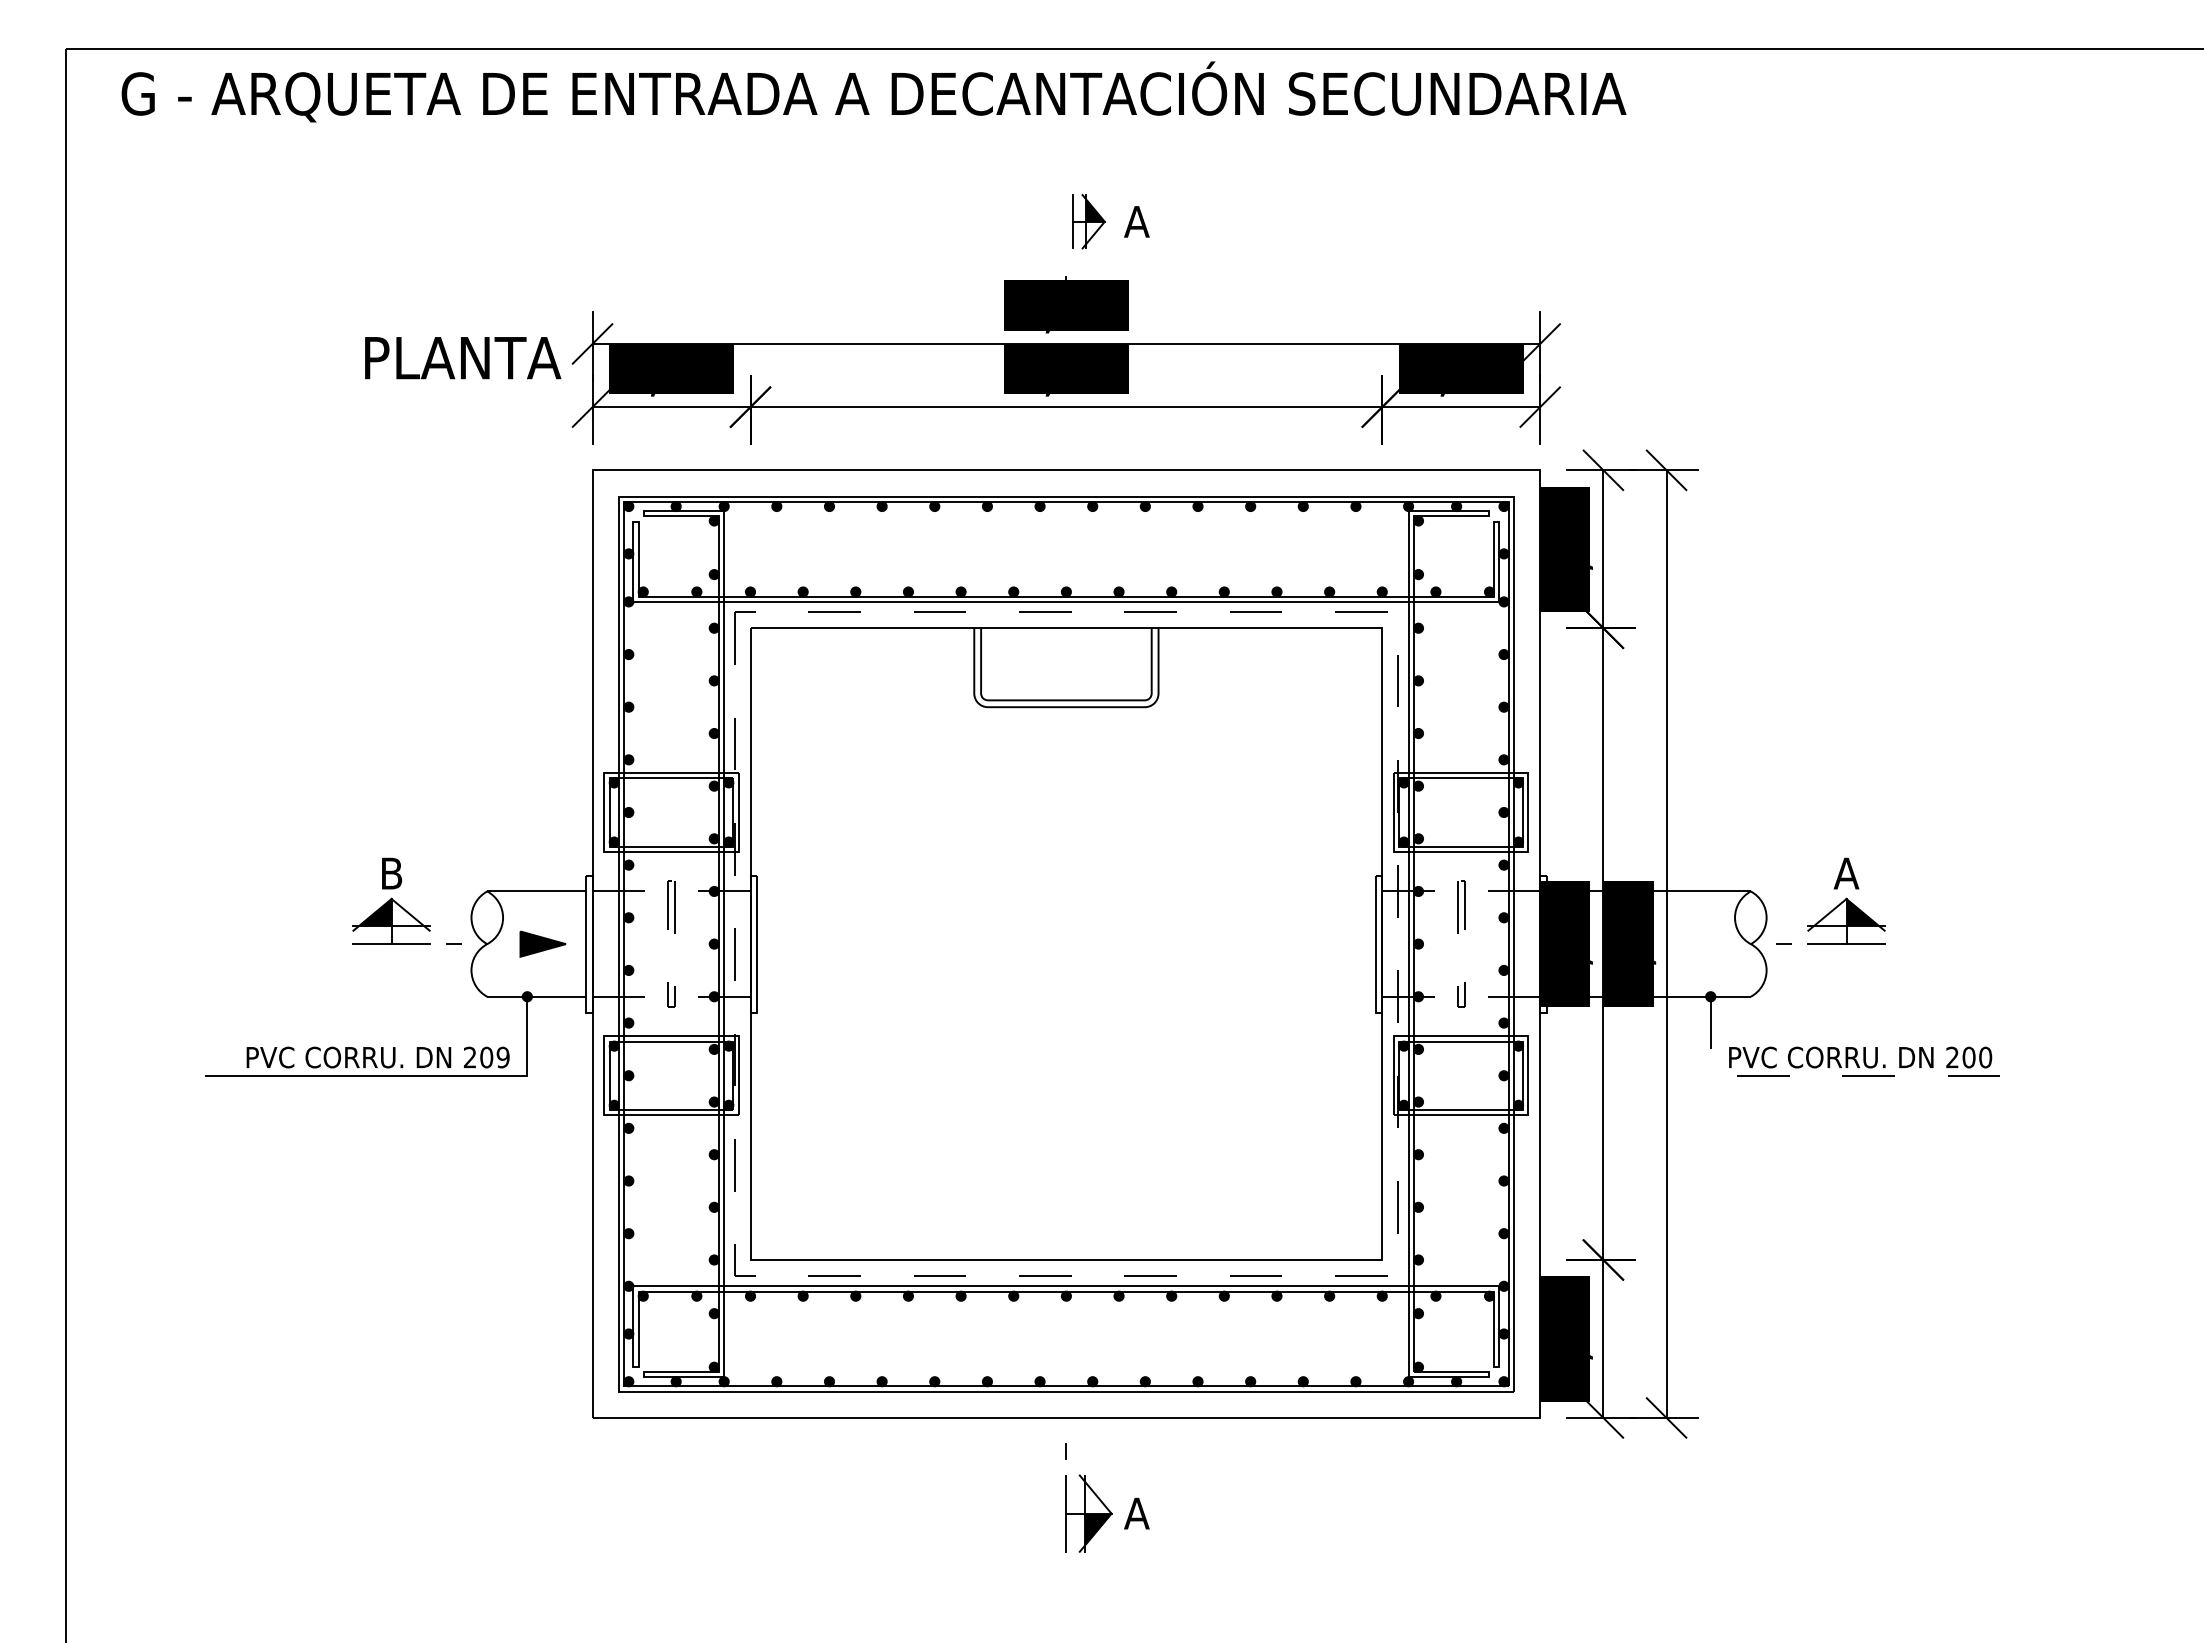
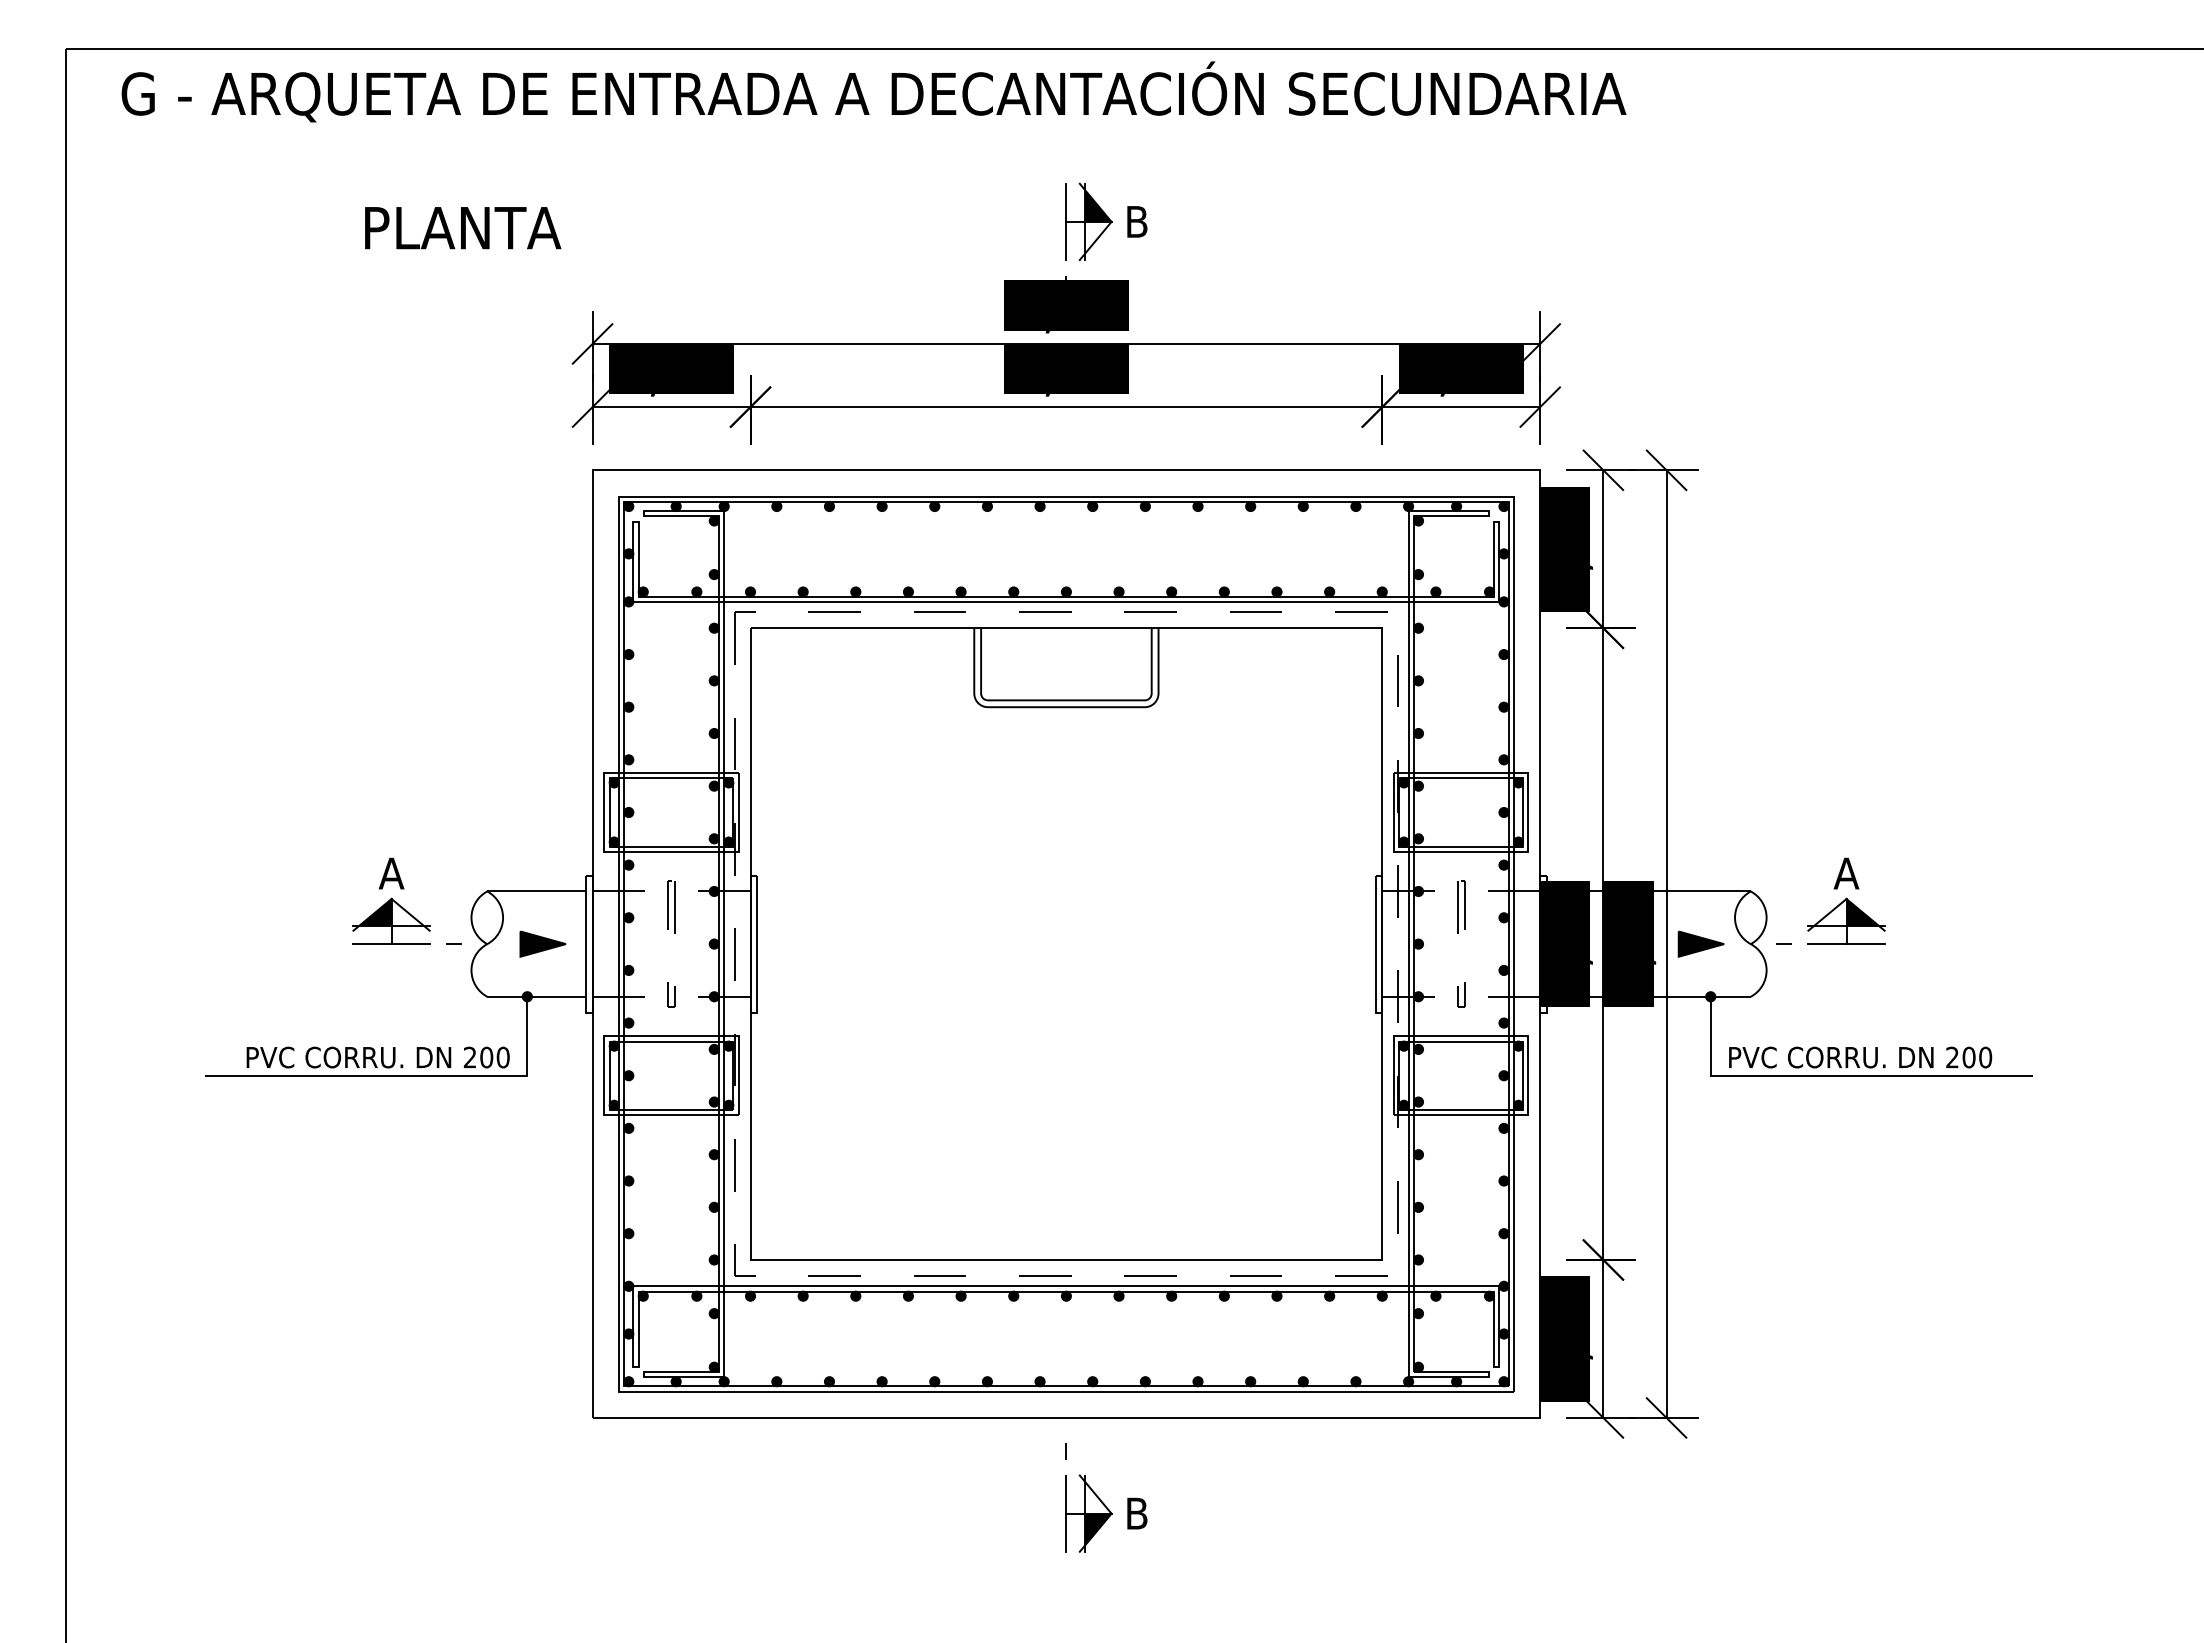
part at (1088, 221) size: 34x56 px -> 48x79 px
text at (1136, 221): A -> B
text at (463, 358) position: (463, 358) -> (463, 228)
text at (391, 873): B -> A
part at (1700, 943): none -> present
text at (502, 1057): 209 -> 200
line at (1832, 1075): dashed -> solid
text at (1136, 1513): A -> B
